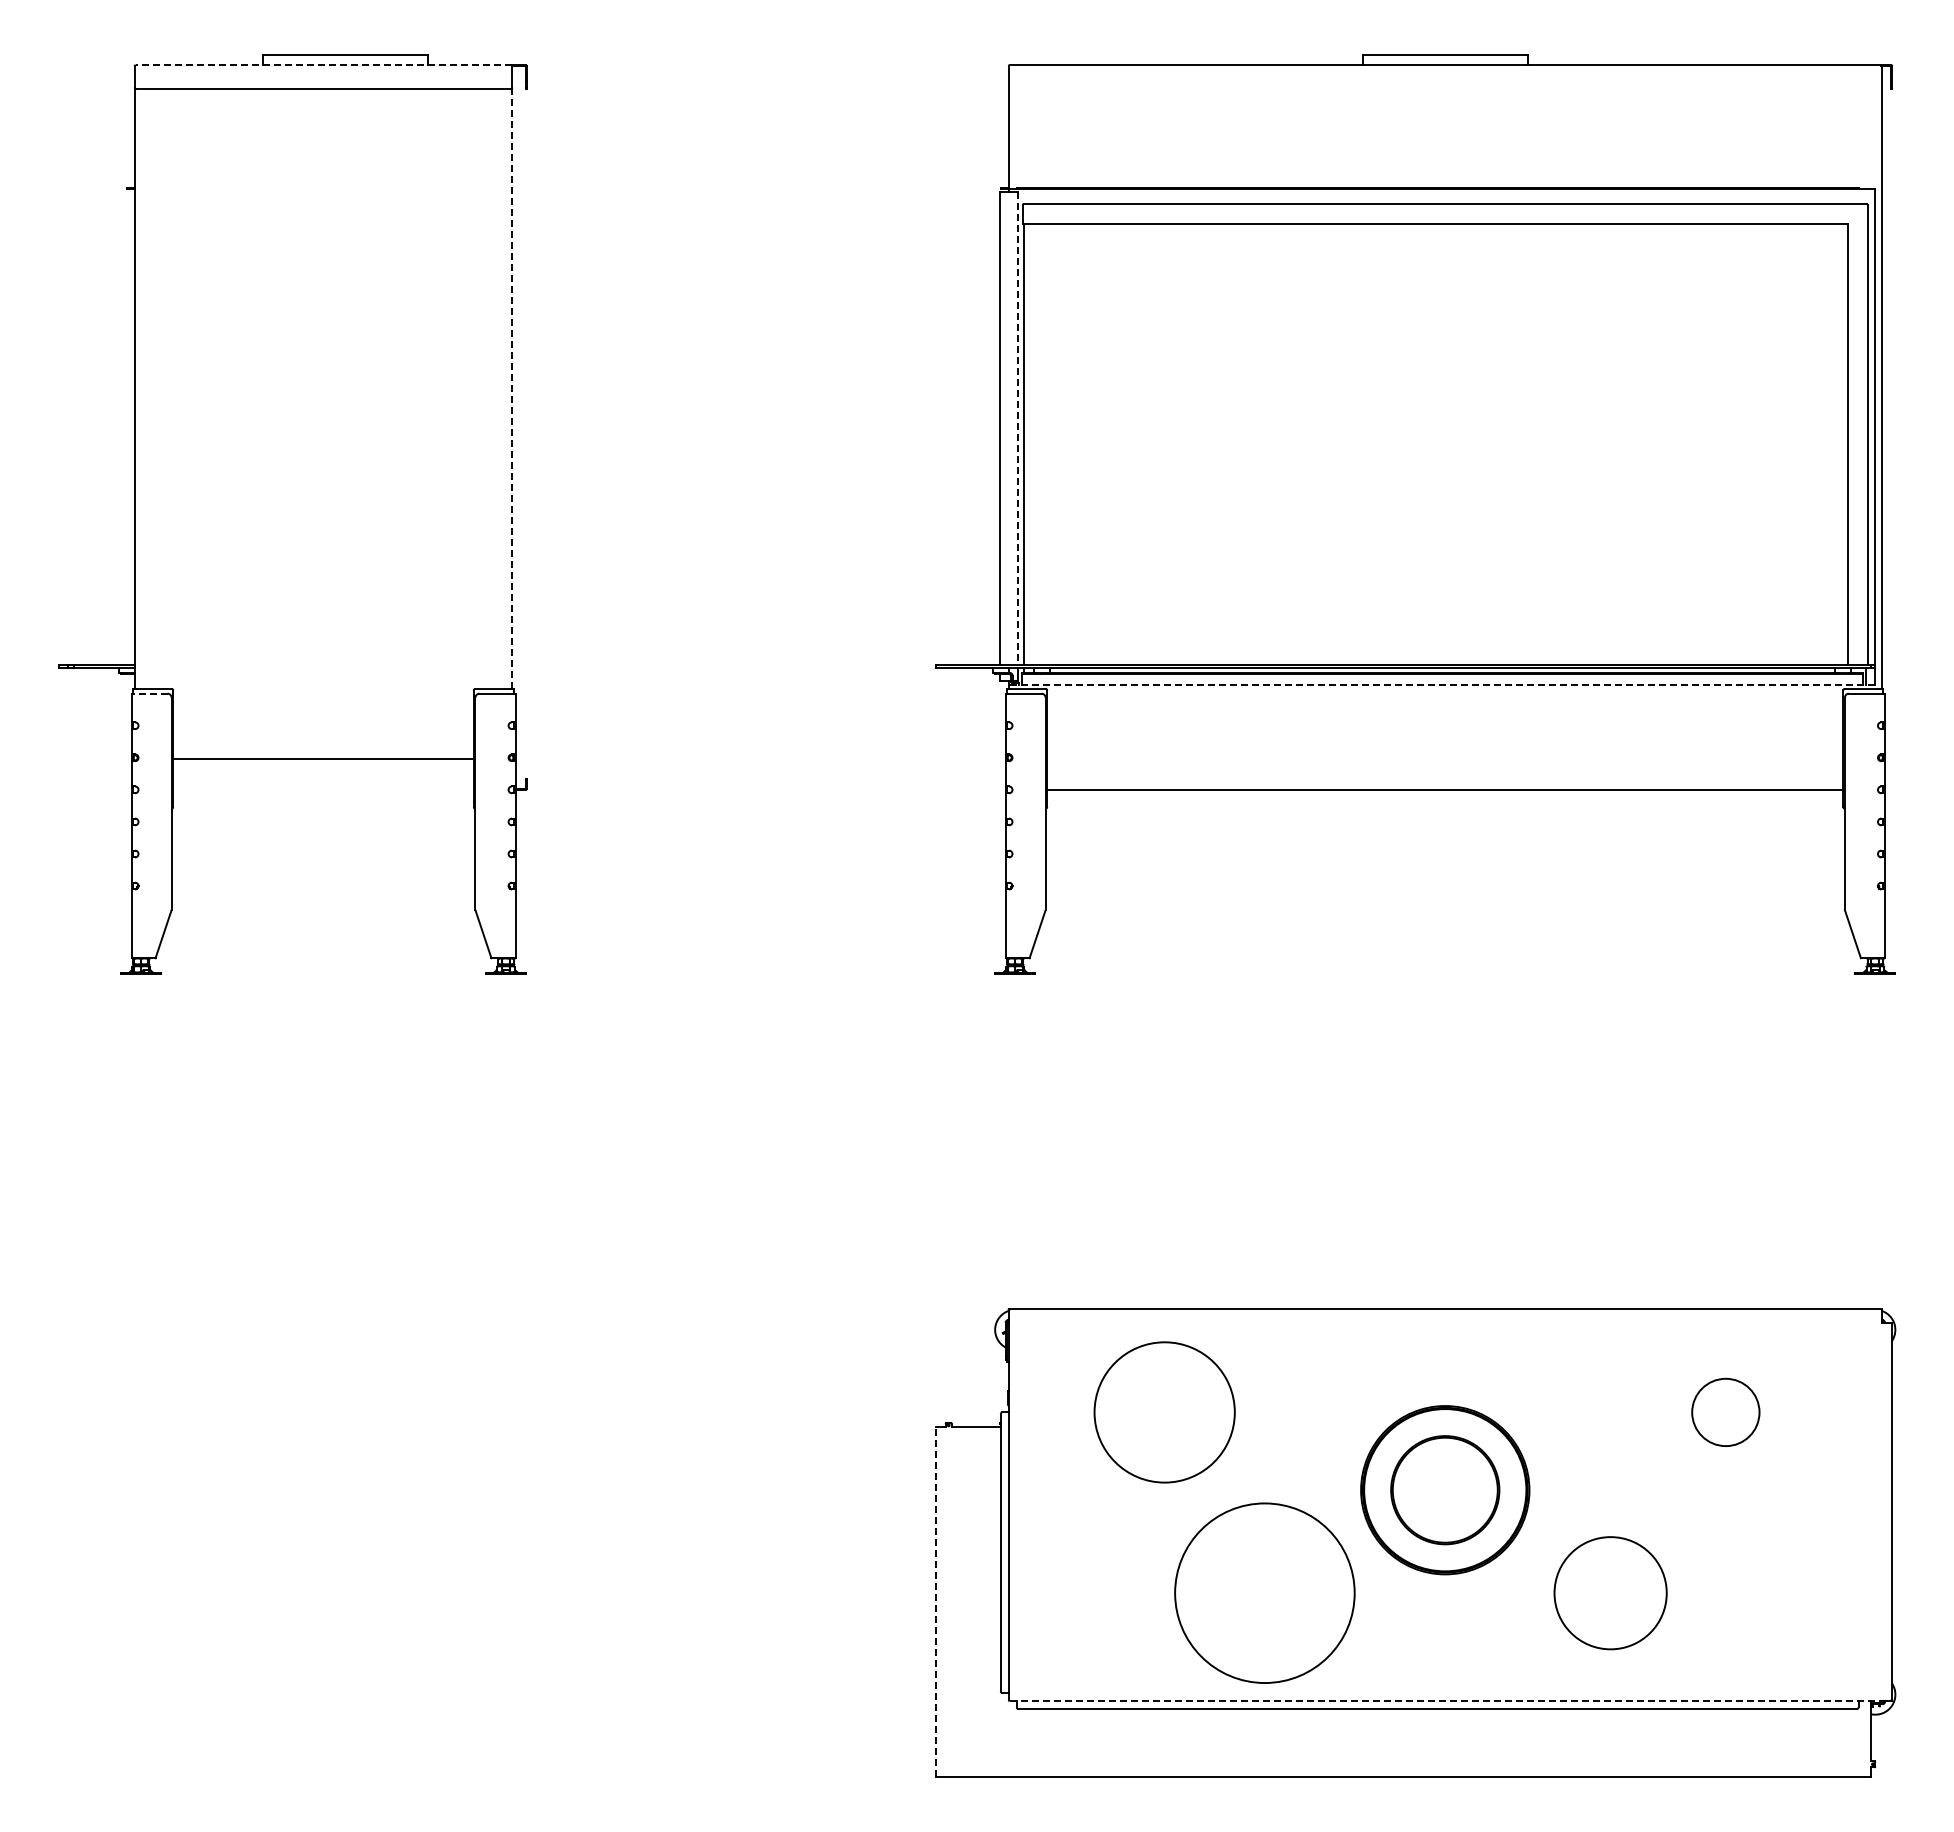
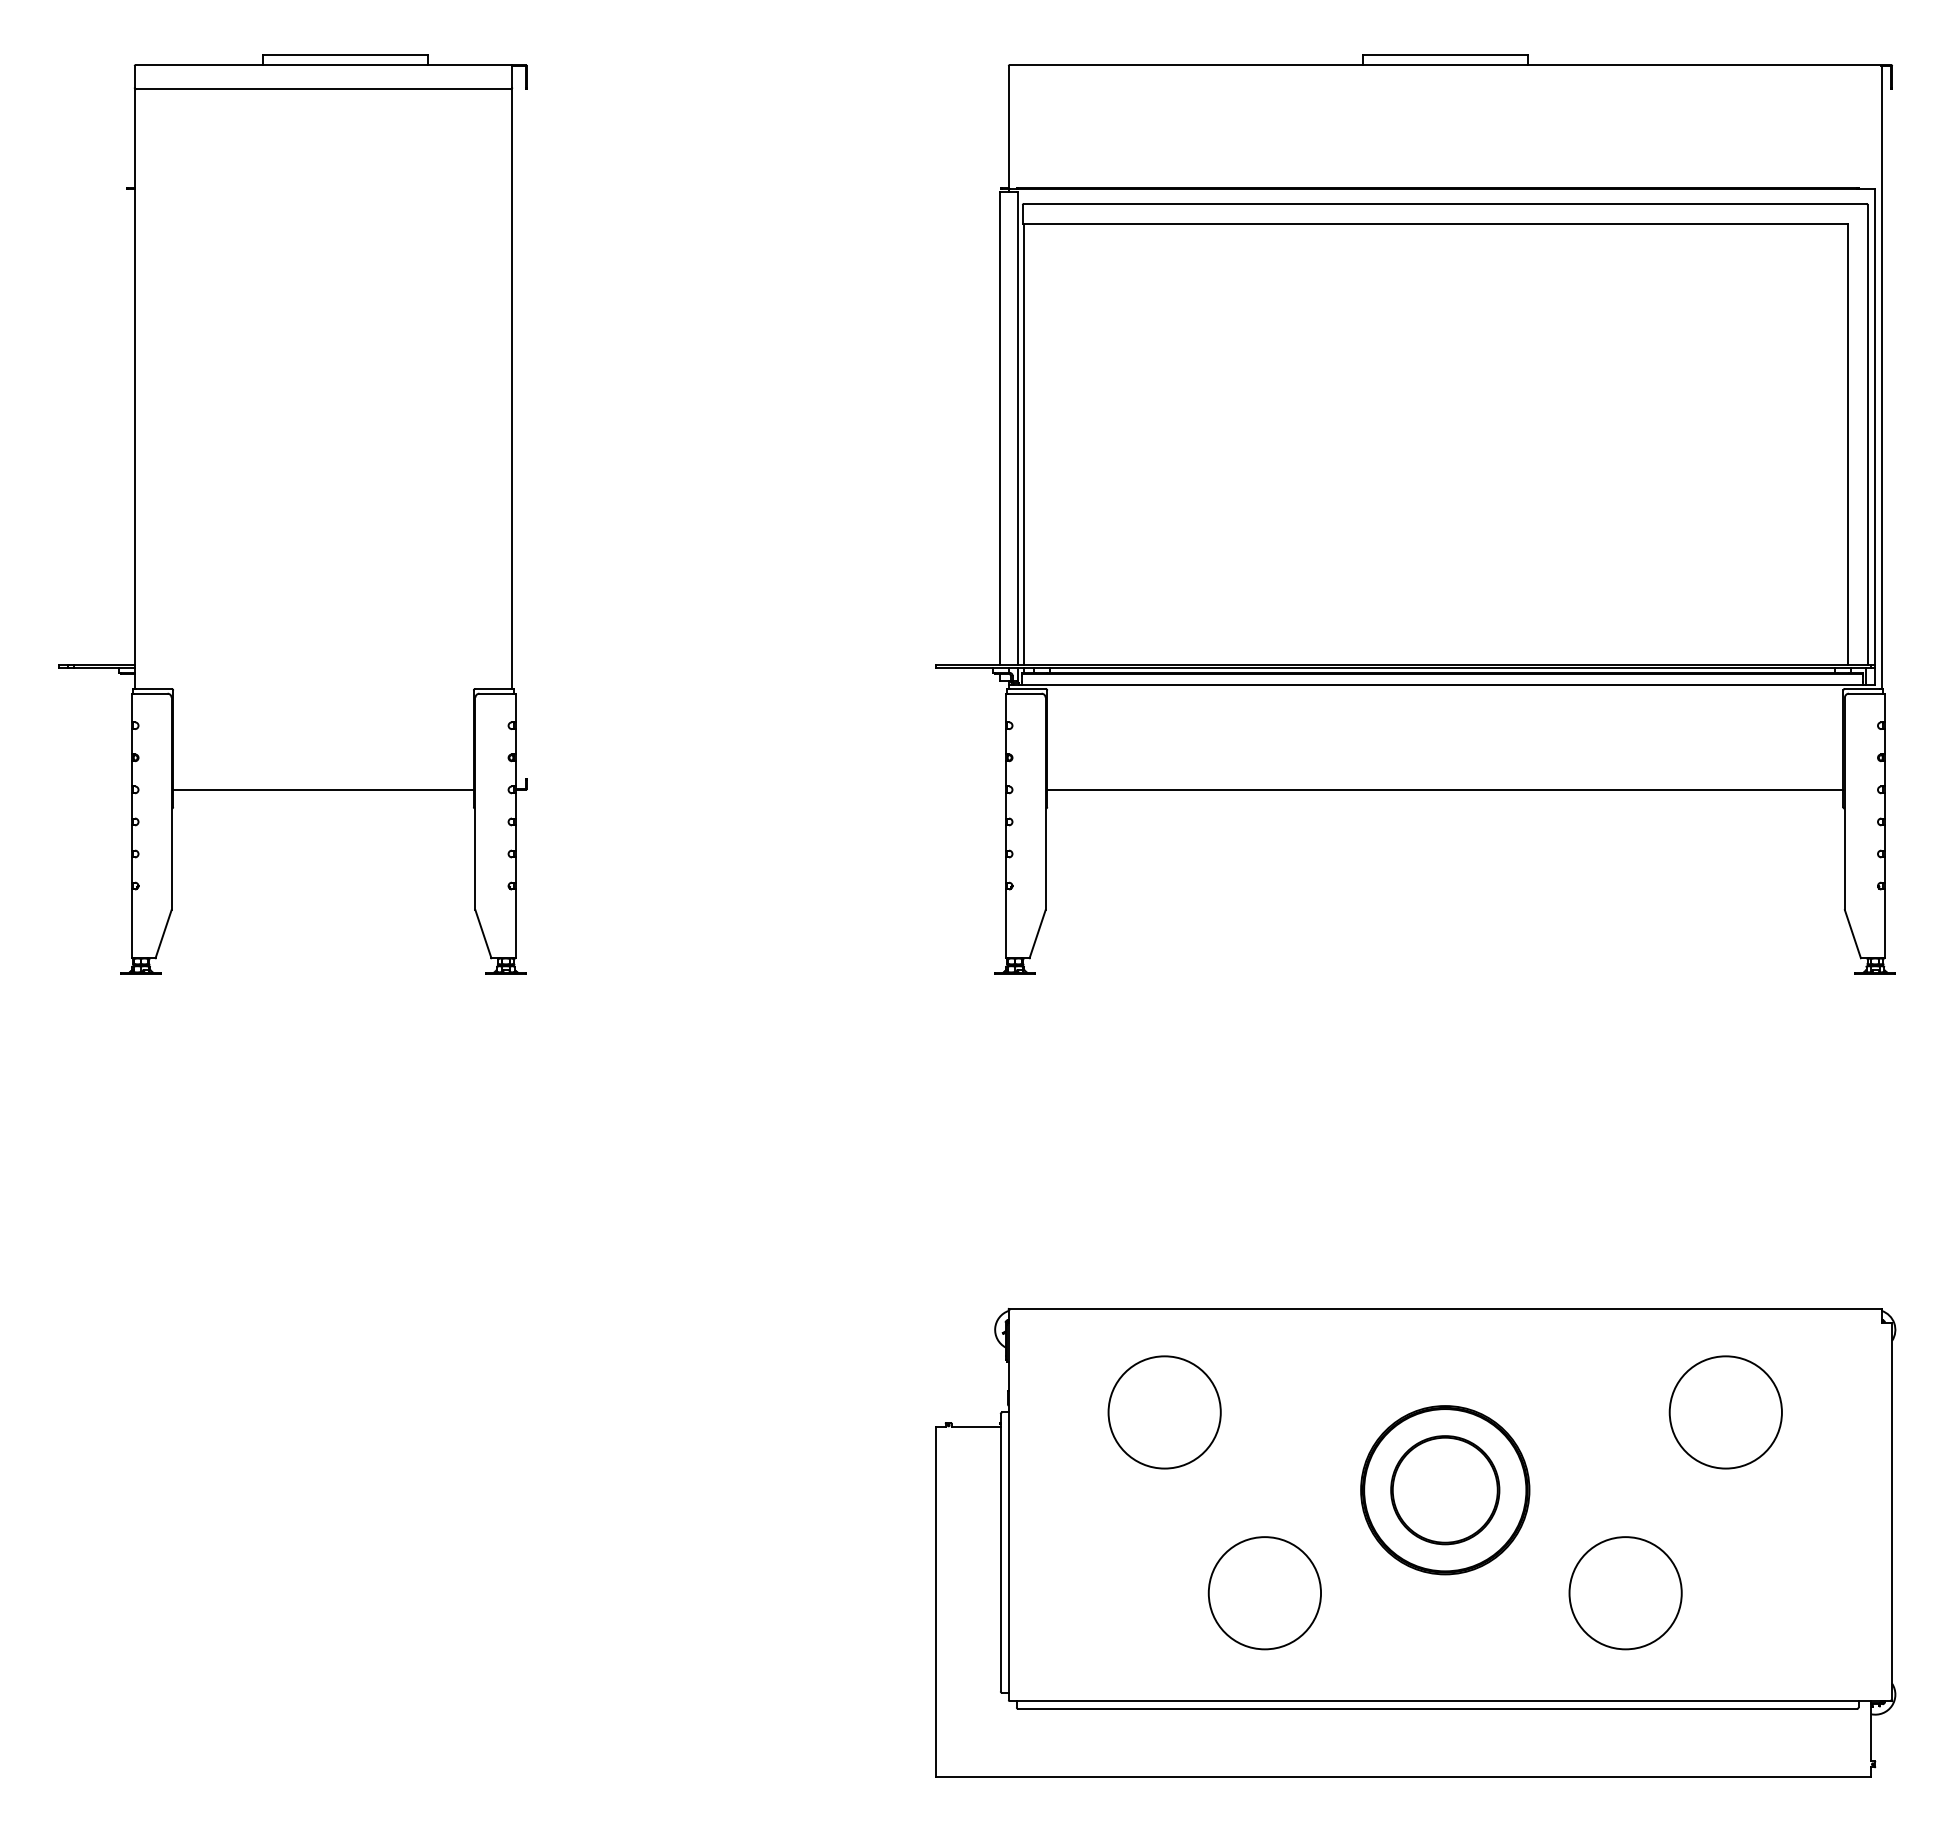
line at (323, 65): dashed -> solid
line at (512, 388): dashed -> solid
line at (1018, 428): dashed -> solid
line at (1441, 684): dashed -> solid
line at (150, 693): dashed -> solid
line at (323, 758) position: (323, 758) -> (323, 789)
circle at (1164, 1412) diameter: 140 px -> 112 px
circle at (1725, 1412) diameter: 67 px -> 112 px
circle at (1264, 1593) diameter: 180 px -> 112 px
circle at (1610, 1593) position: (1610, 1593) -> (1625, 1593)
line at (935, 1601): dashed -> solid
line at (1445, 1701): dashed -> solid
